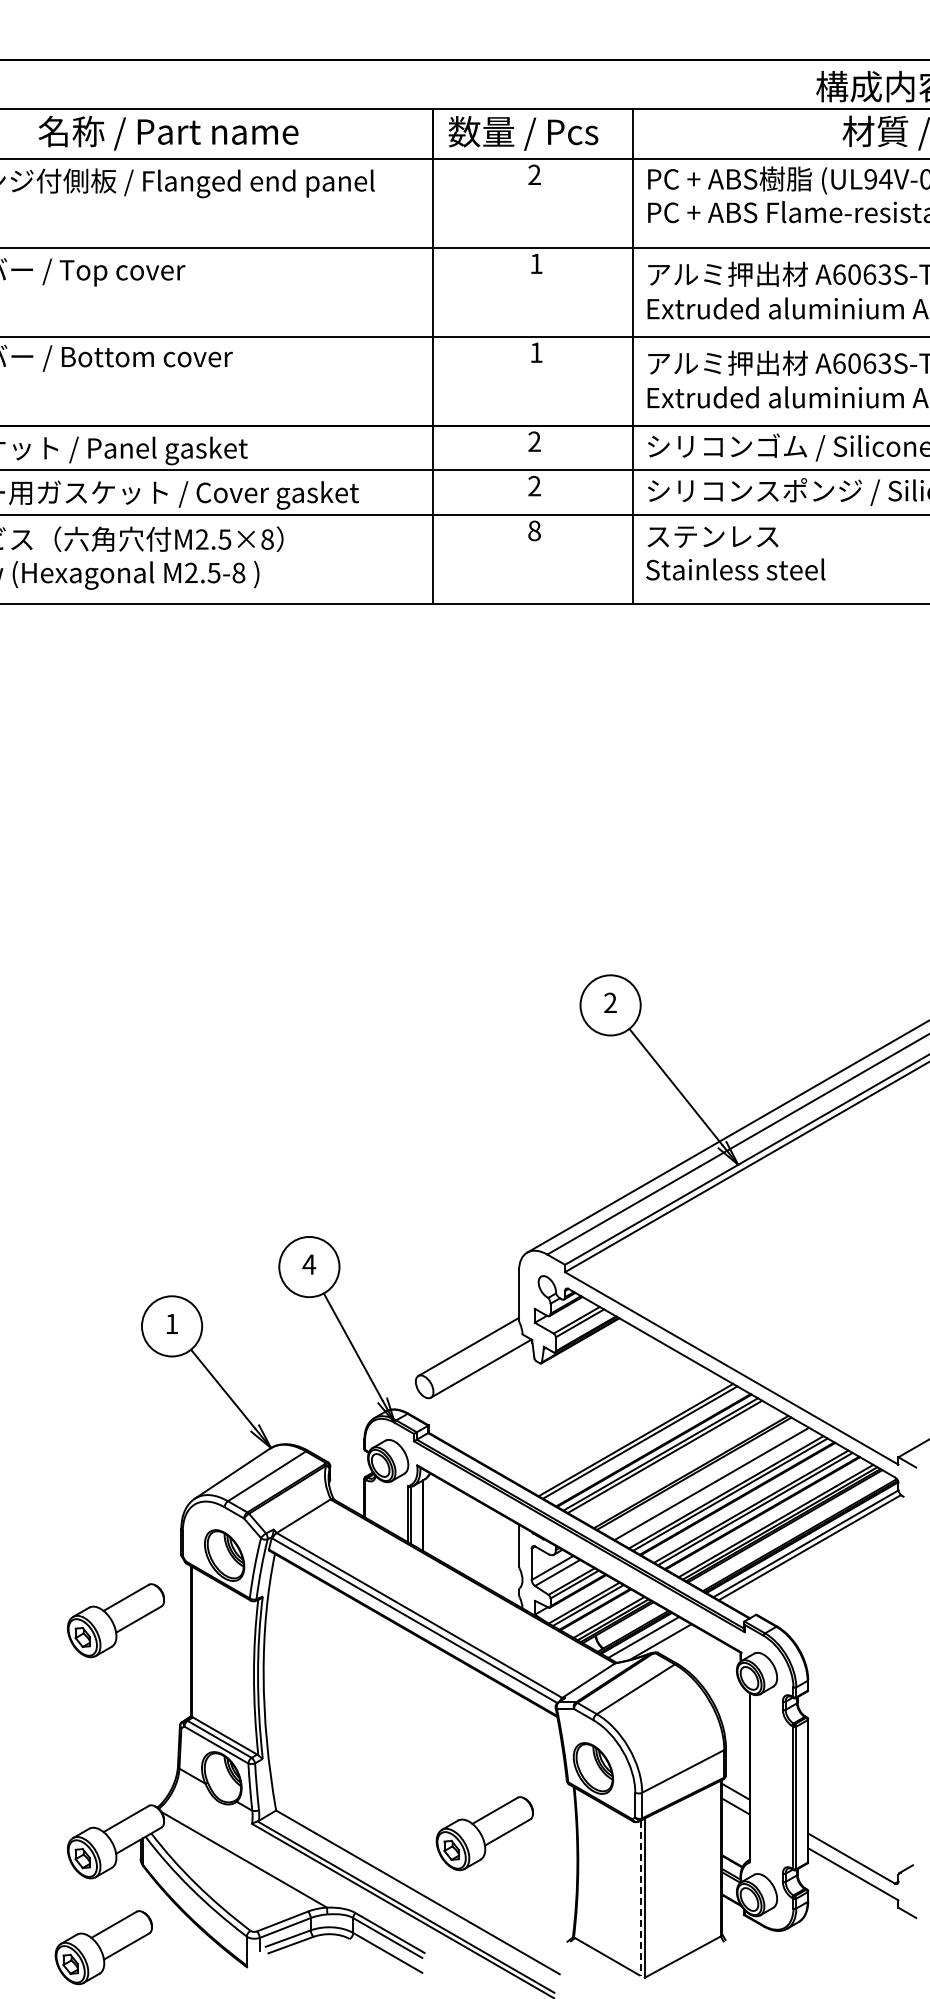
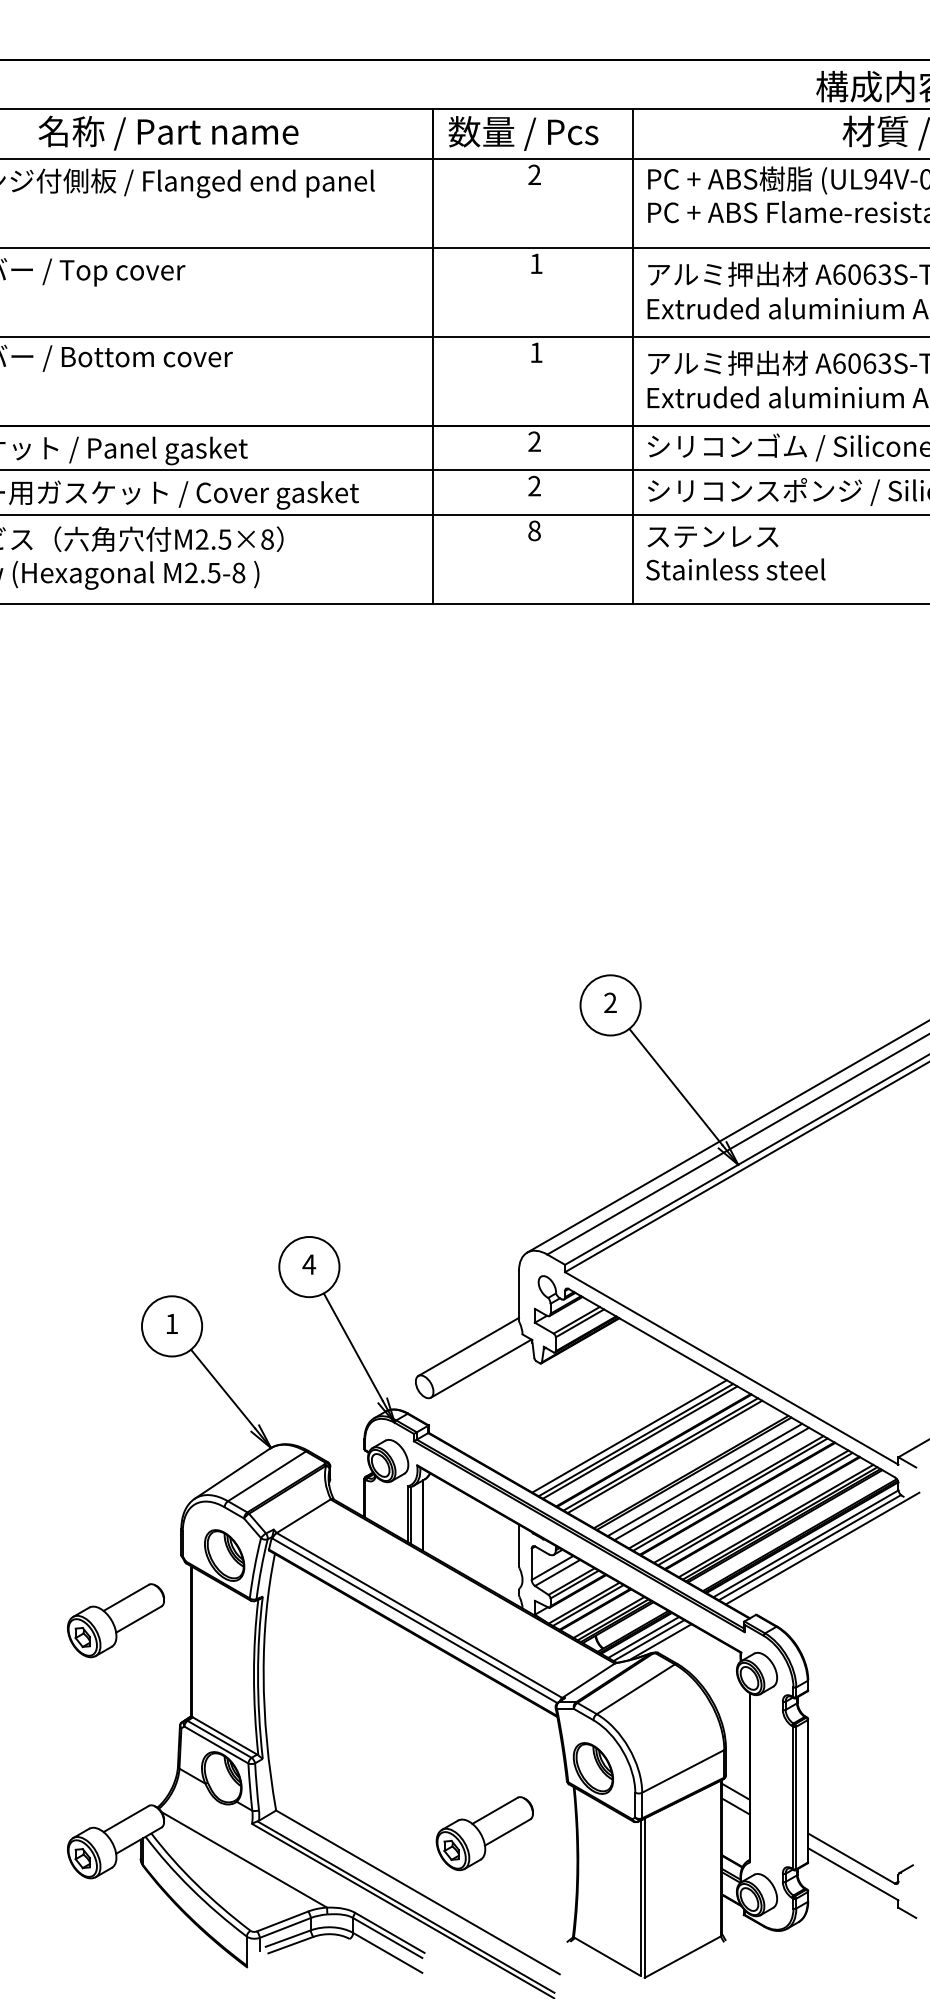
line at (629, 1436): none -> present
line at (704, 1479): none -> present
line at (822, 1548): none -> present
line at (648, 1640): none -> present
line at (640, 1898): dashed -> solid
part at (103, 1947): present -> none
